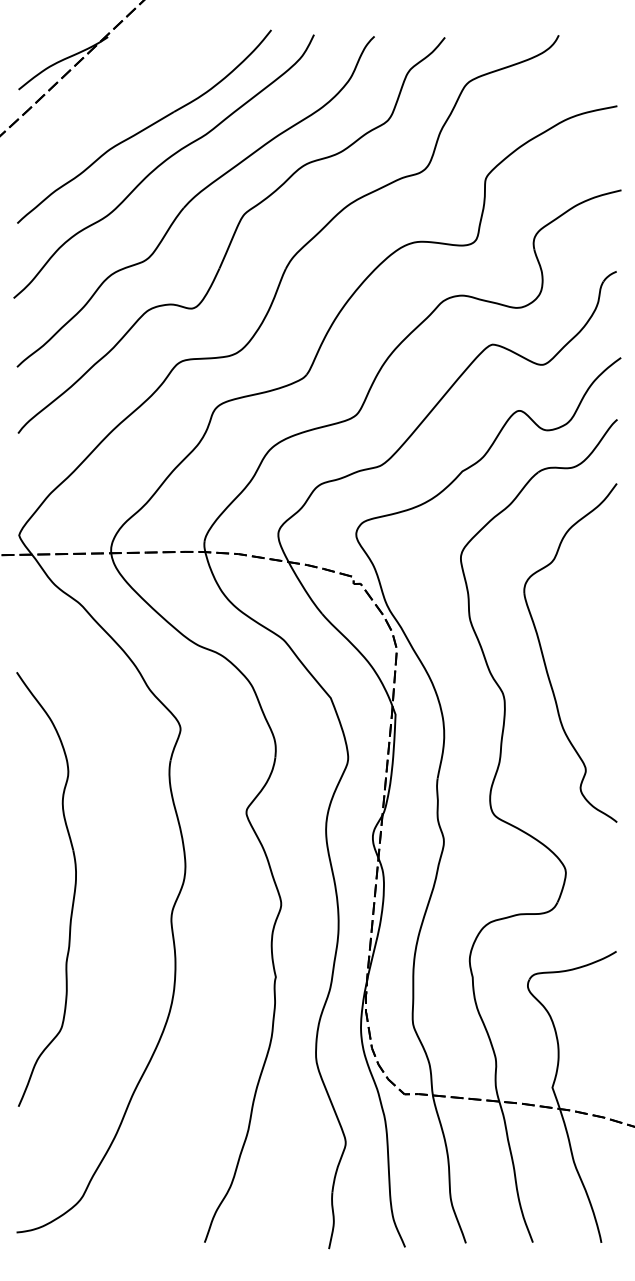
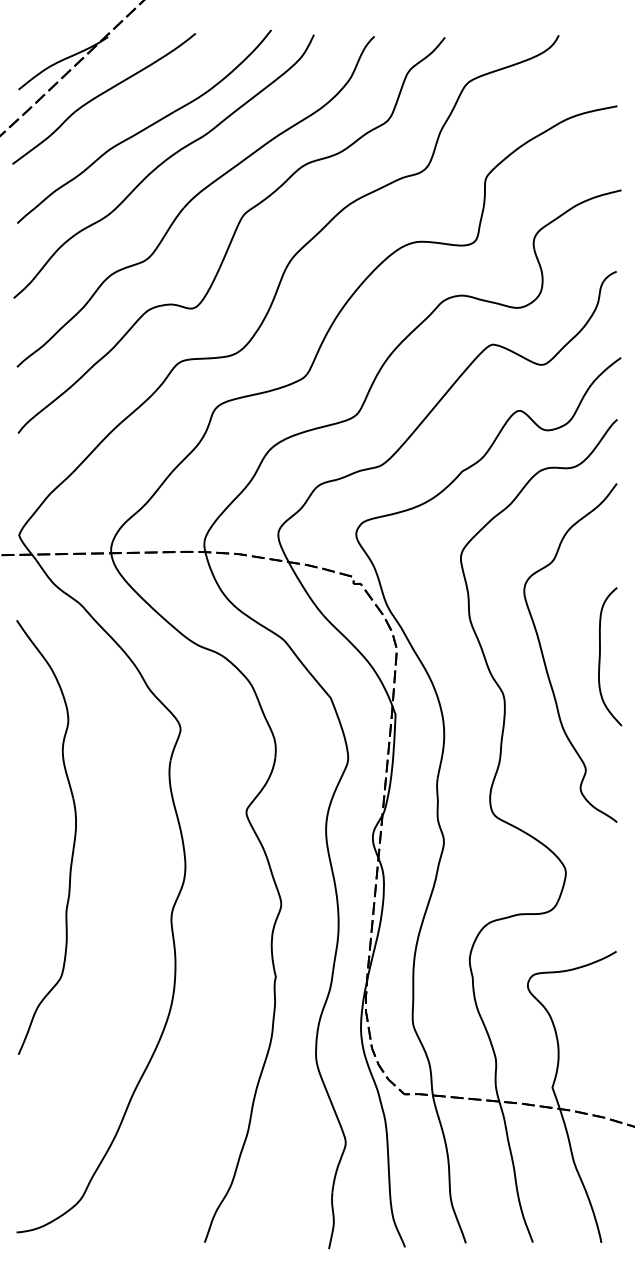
curve at (103, 94): none -> present
curve at (600, 656): none -> present
part at (73, 892) position: (73, 892) -> (73, 840)
